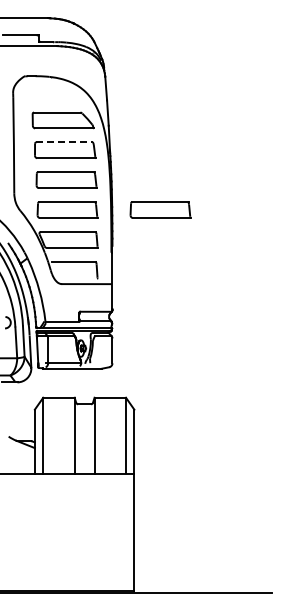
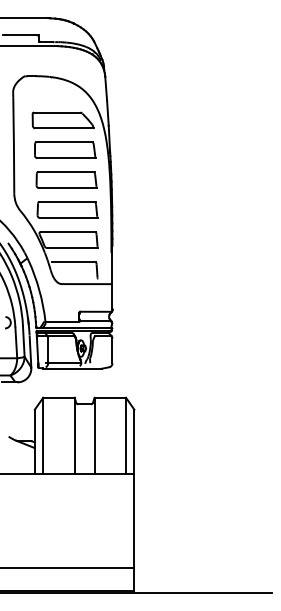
line at (65, 142): dashed -> solid
part at (160, 209): present -> none
line at (68, 568): none -> present
